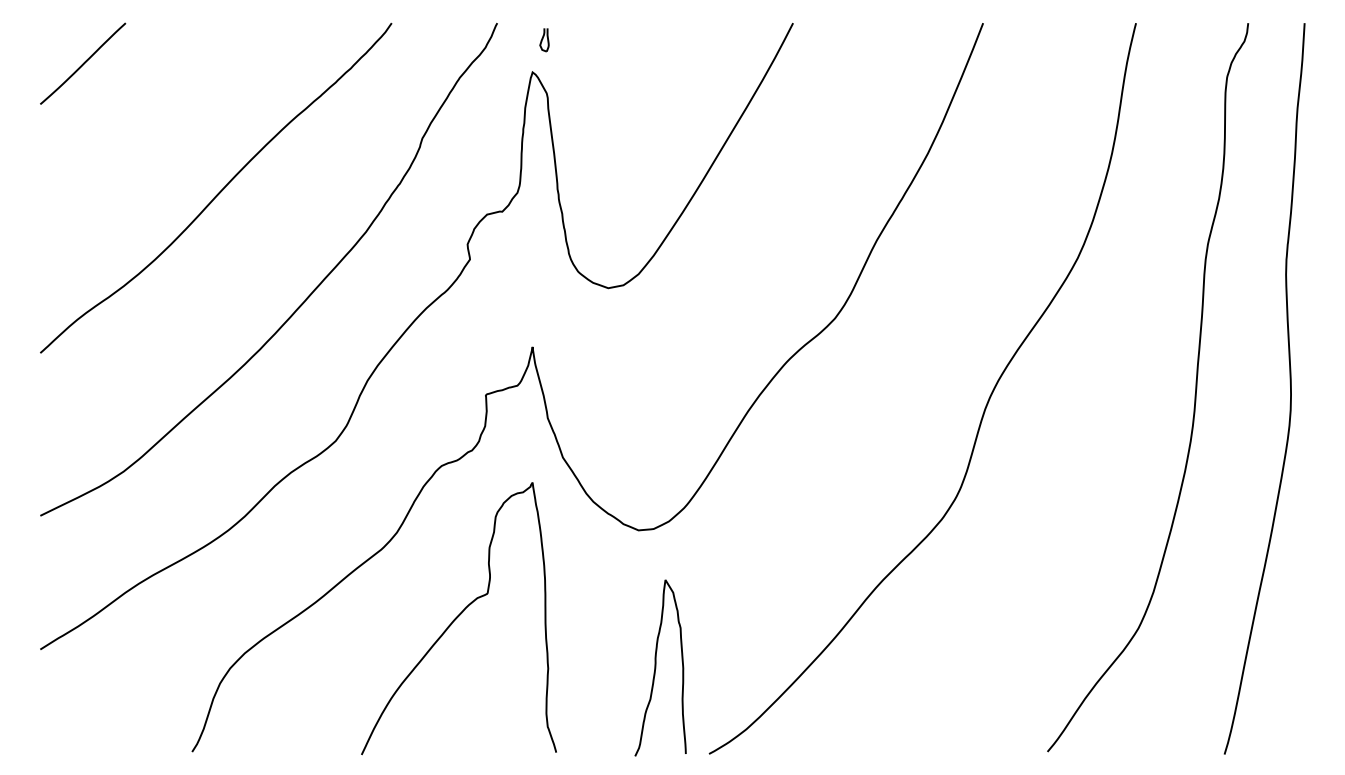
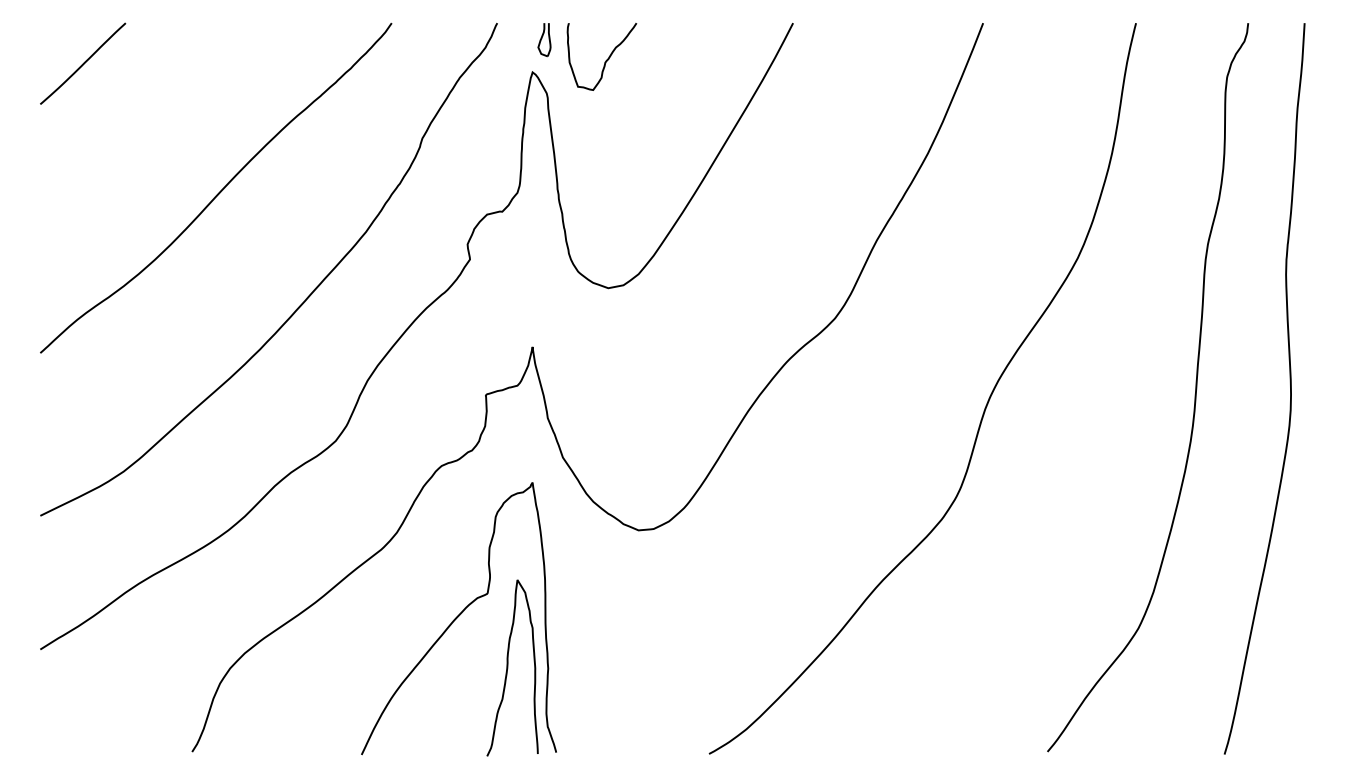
part at (544, 40) size: 11x25 px -> 15x35 px
curve at (605, 60): none -> present
curve at (656, 667) position: (656, 667) -> (508, 667)
